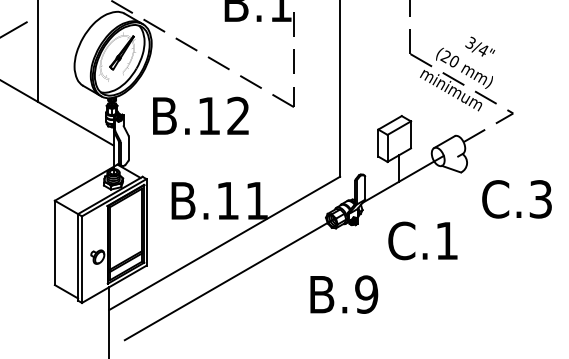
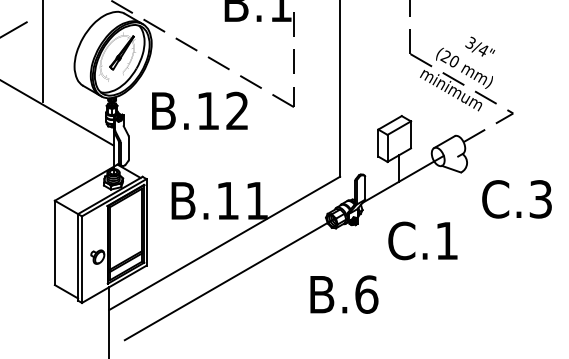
line at (38, 52) position: (38, 52) -> (43, 52)
text at (200, 115) position: (200, 115) -> (199, 110)
text at (366, 294): B.9 -> B.6
